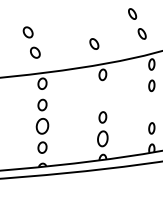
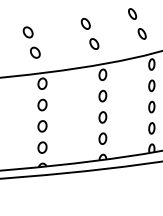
part at (85, 23): none -> present
part at (102, 95): none -> present
part at (151, 106): none -> present
part at (42, 126) size: 15x17 px -> 11x13 px
part at (102, 138) size: 12x18 px -> 10x13 px
